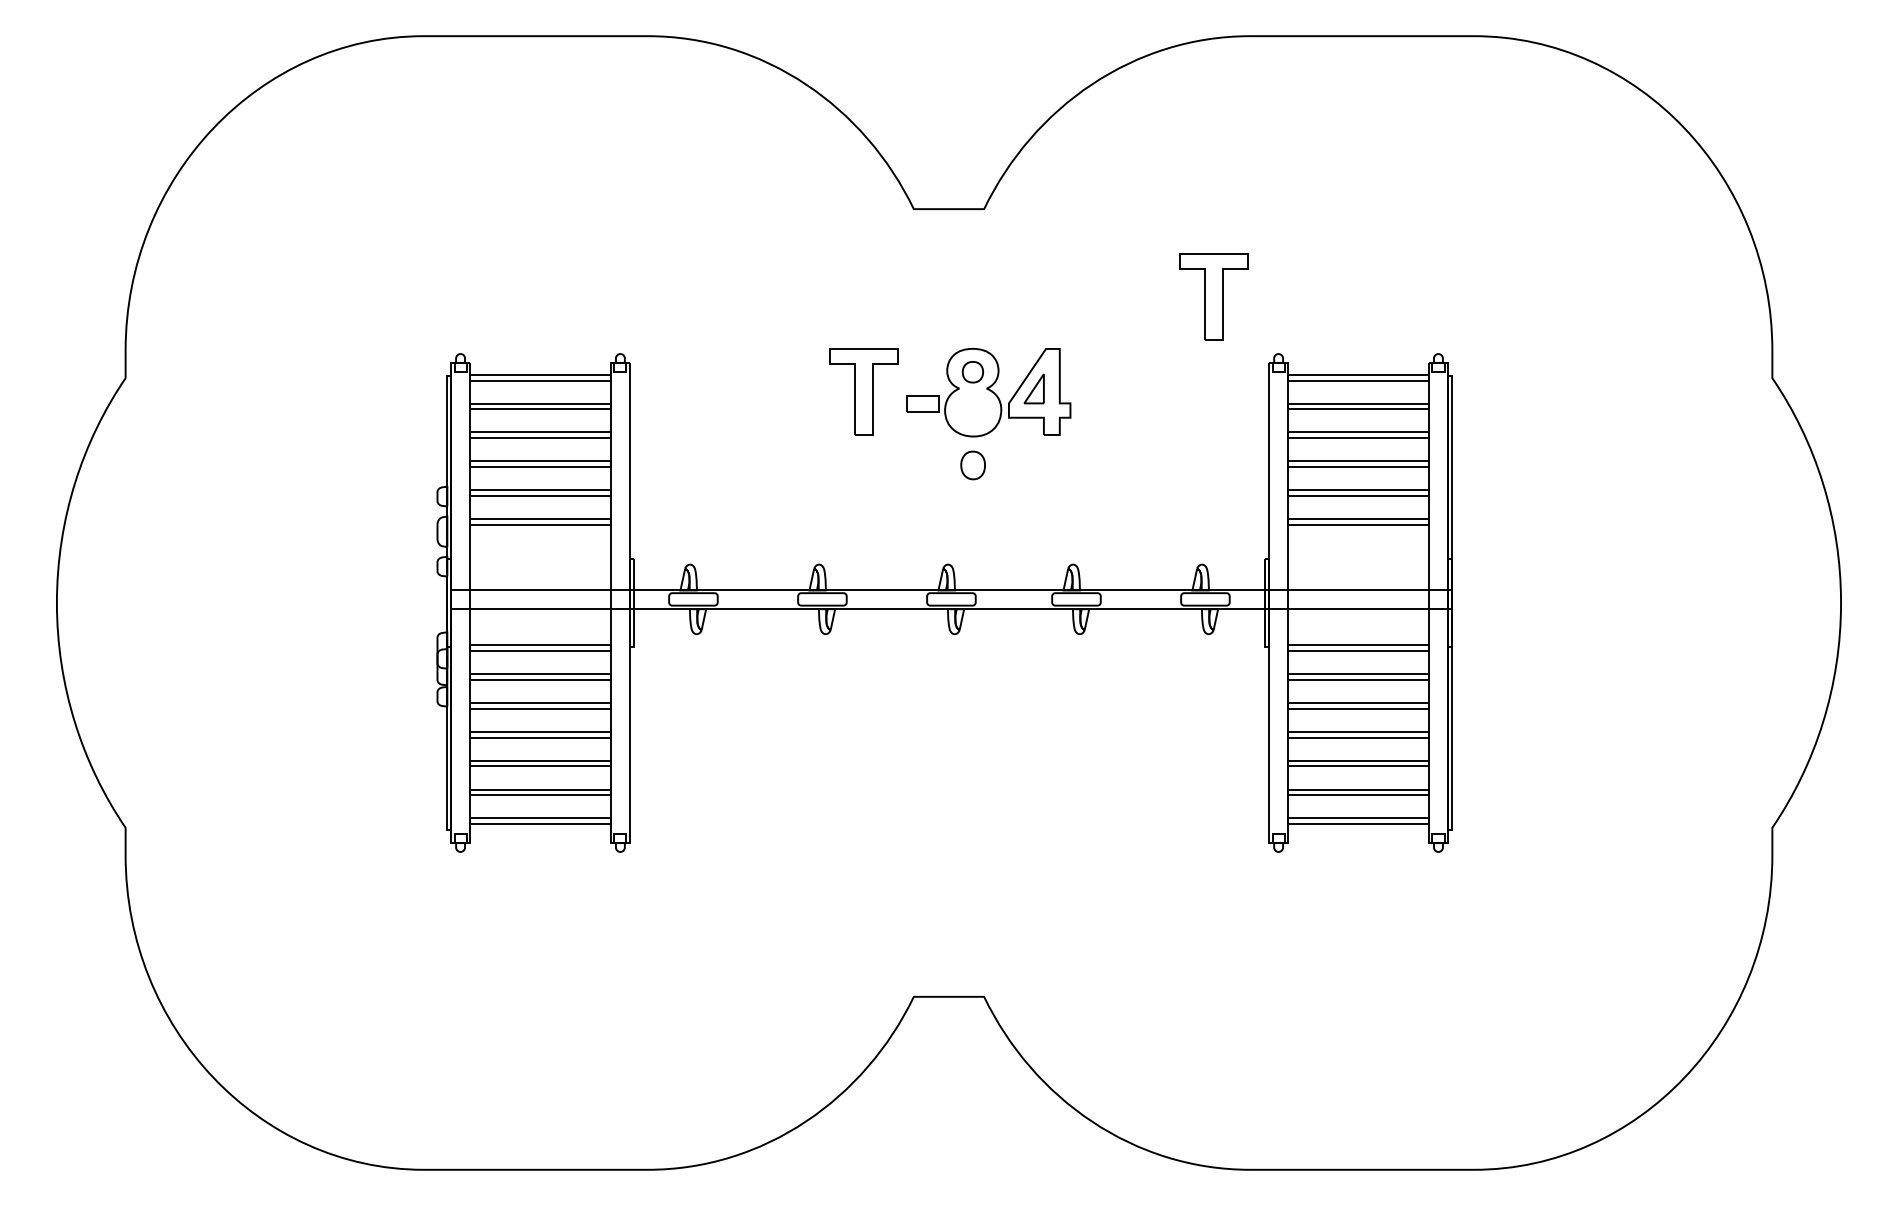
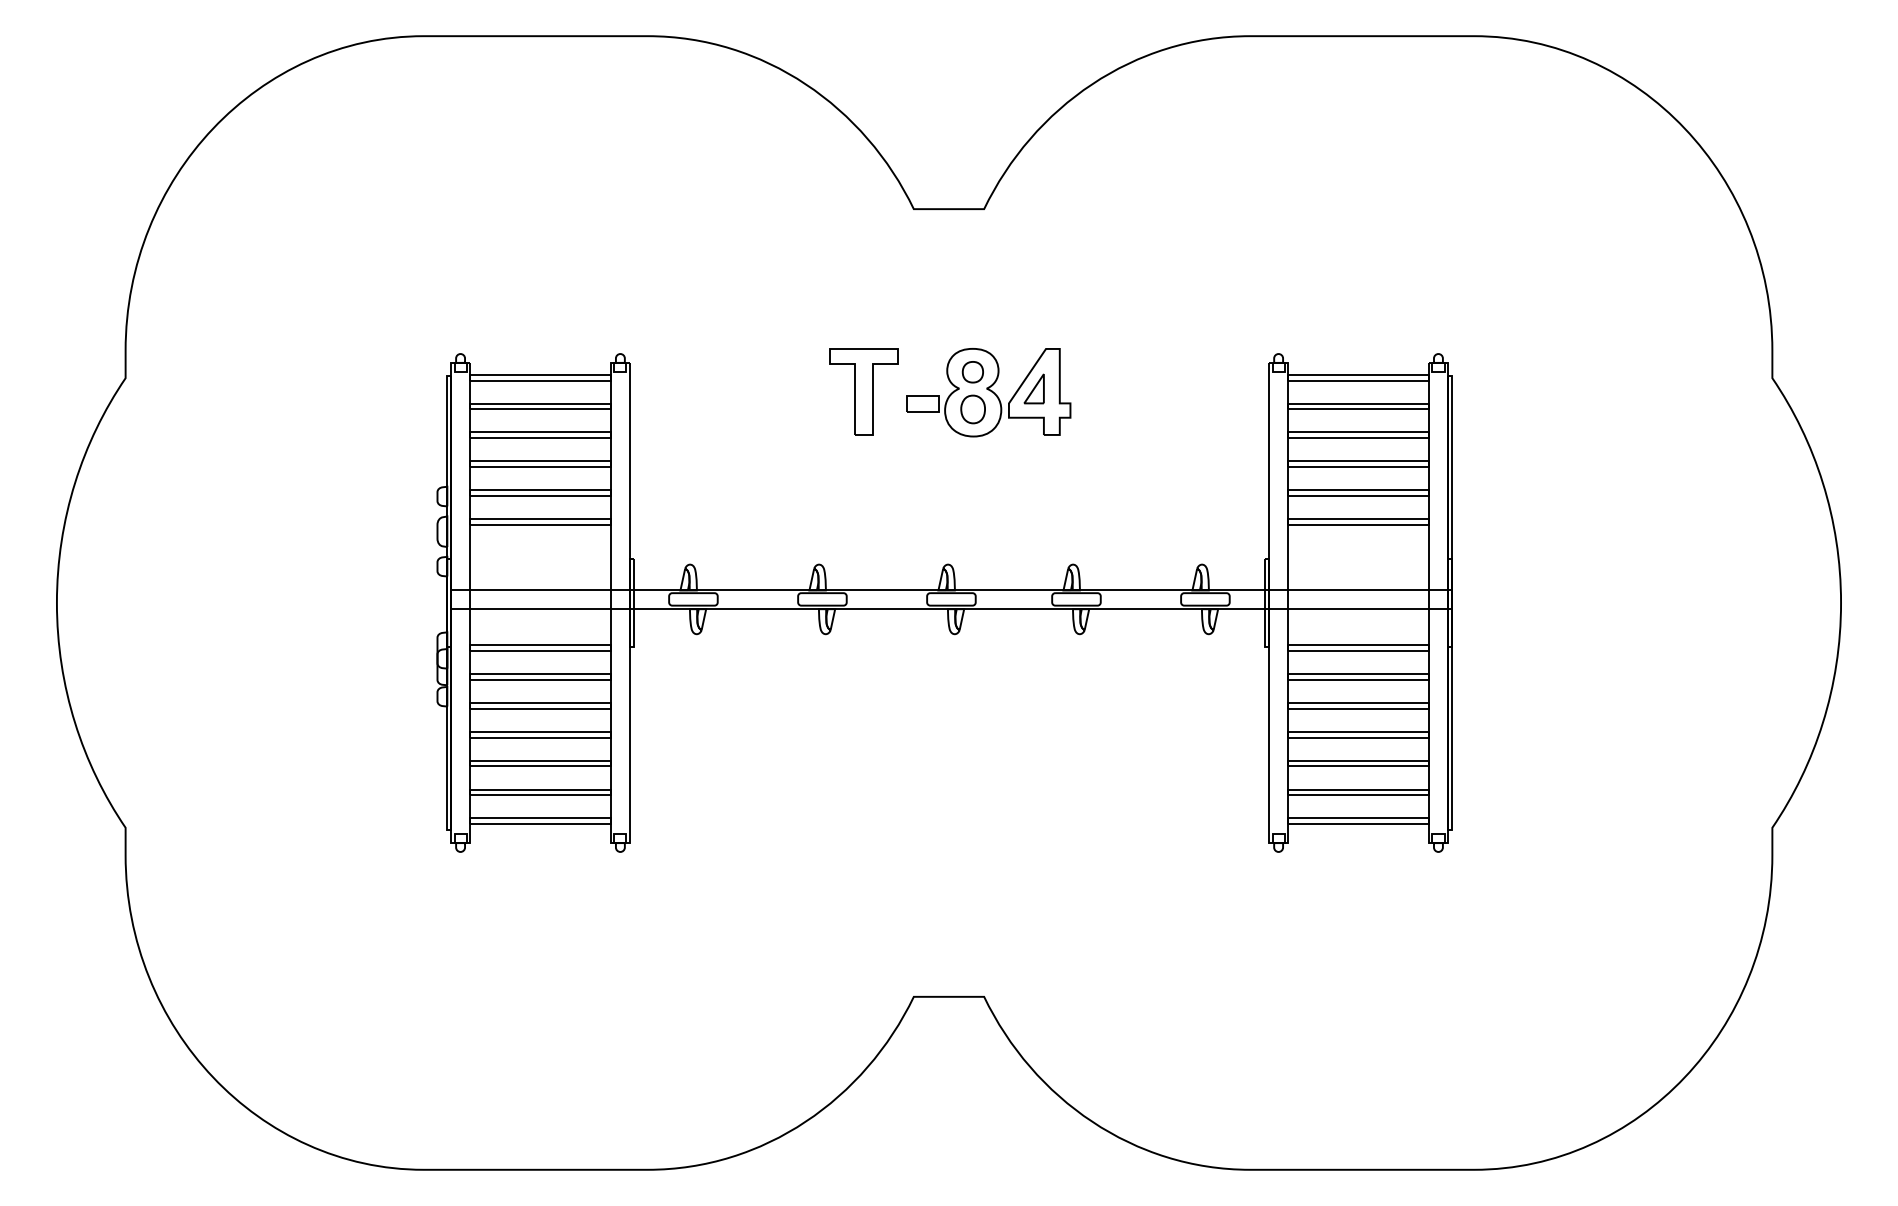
part at (1213, 296): present -> none
part at (972, 465) position: (972, 465) -> (972, 409)
